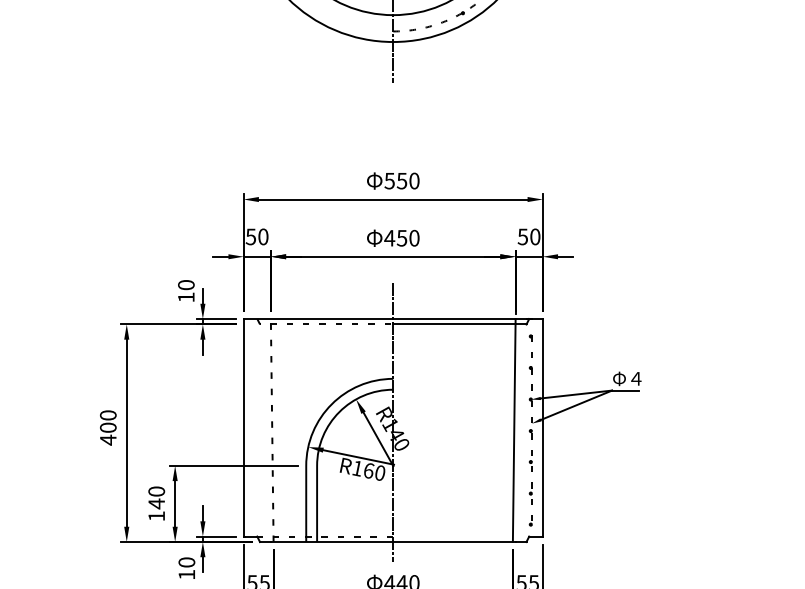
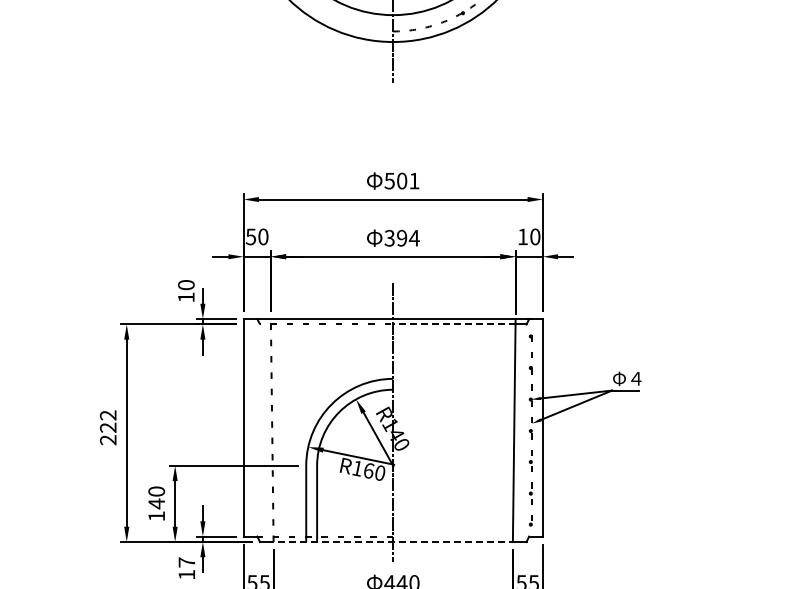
text at (407, 180): 550 -> 501
text at (522, 236): 50 -> 10
text at (401, 237): 450 -> 394
line at (453, 324): solid -> dashed
text at (107, 427): 400 -> 222
line at (392, 542): solid -> dashed
text at (186, 562): 10 -> 17
